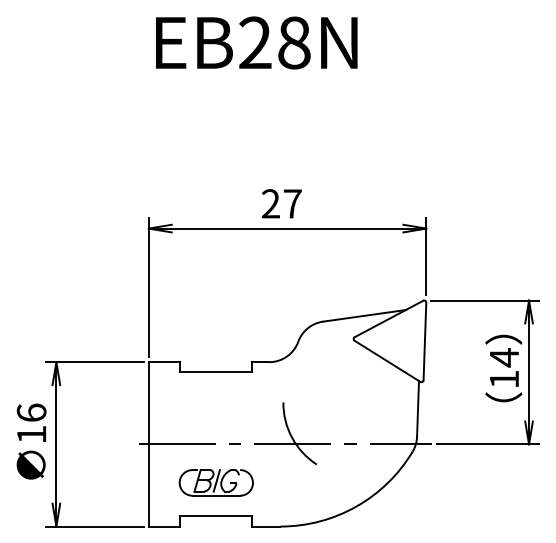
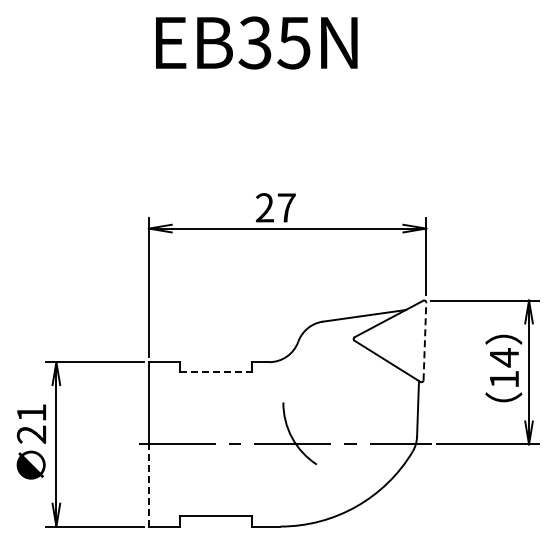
text at (274, 42): EB28N -> EB35N
text at (281, 203) position: (281, 203) -> (275, 207)
line at (424, 341): solid -> dashed
line at (215, 372): solid -> dashed
text at (31, 423): 16 -> 21
part at (215, 482): present -> none
line at (148, 484): solid -> dashed
